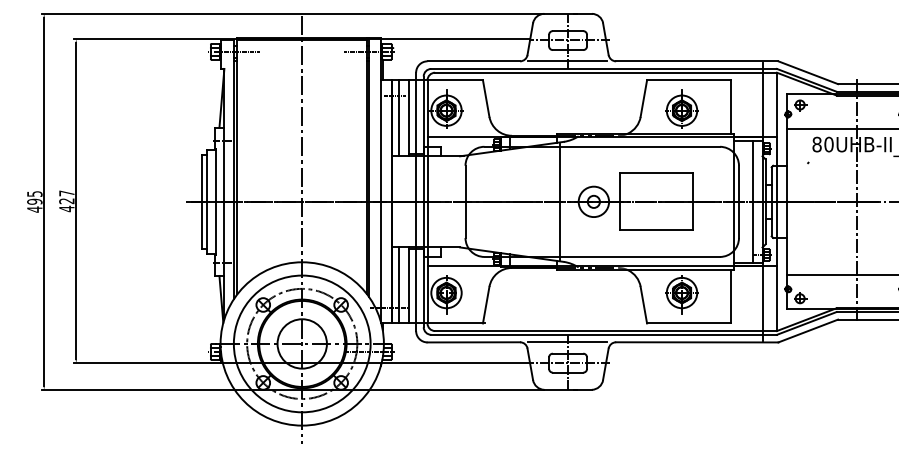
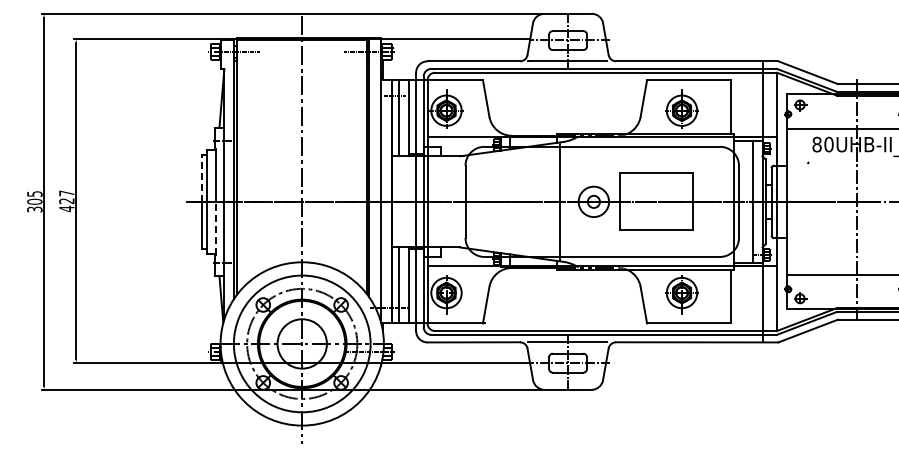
line at (201, 178): solid -> dashed
text at (34, 205): 495 -> 305
line at (215, 228): solid -> dashed
